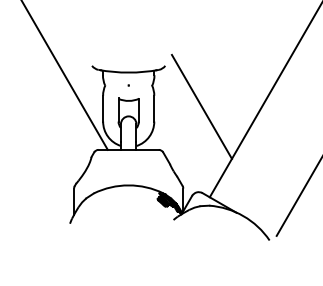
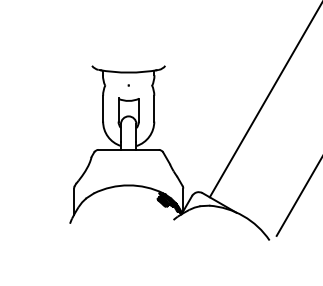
line at (64, 75): present -> none
line at (201, 106): present -> none
